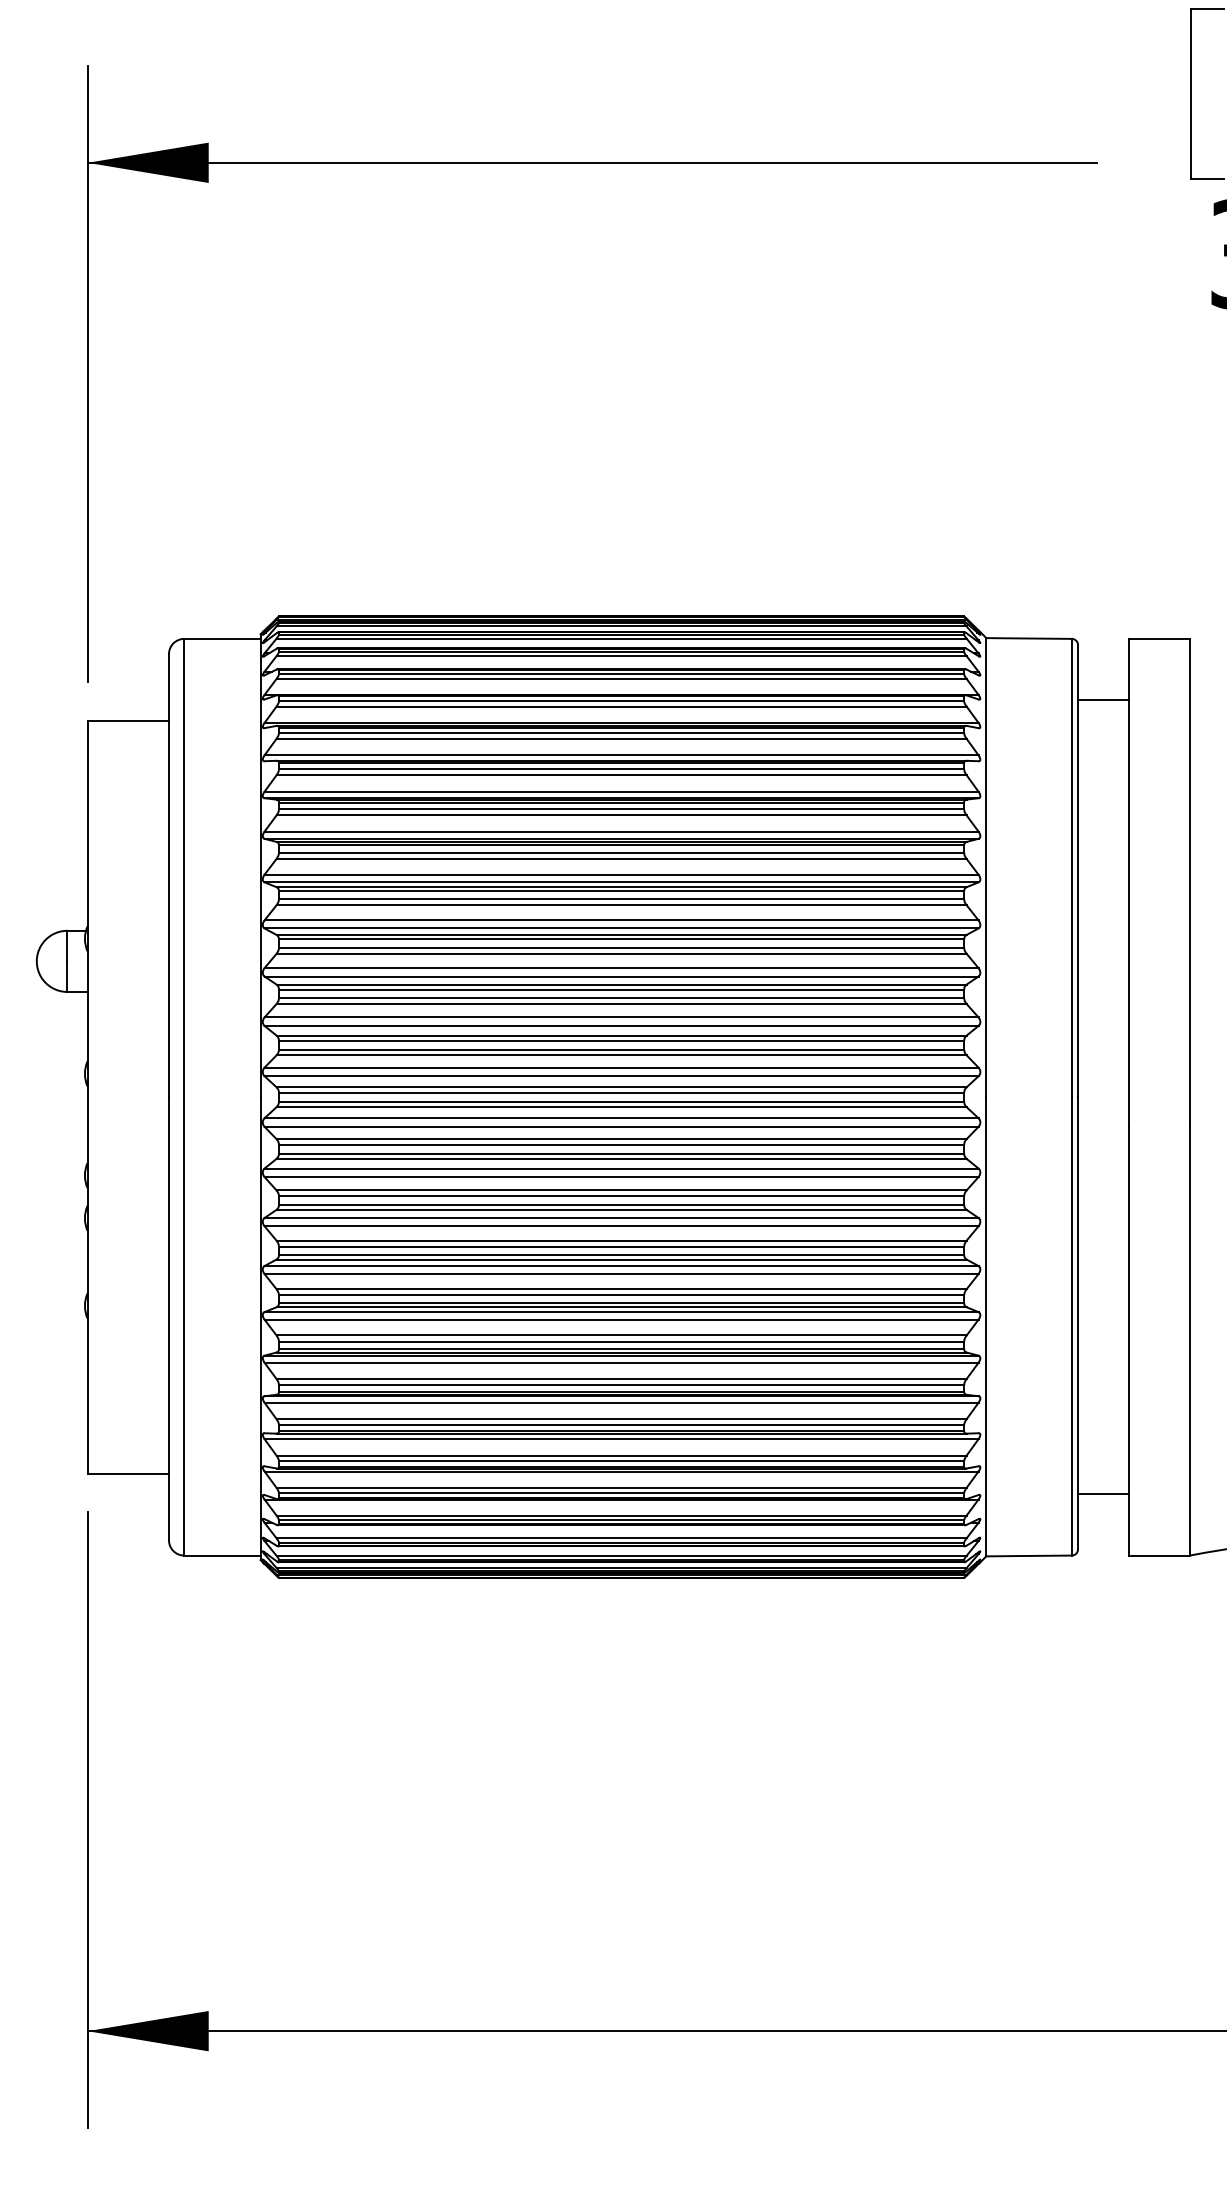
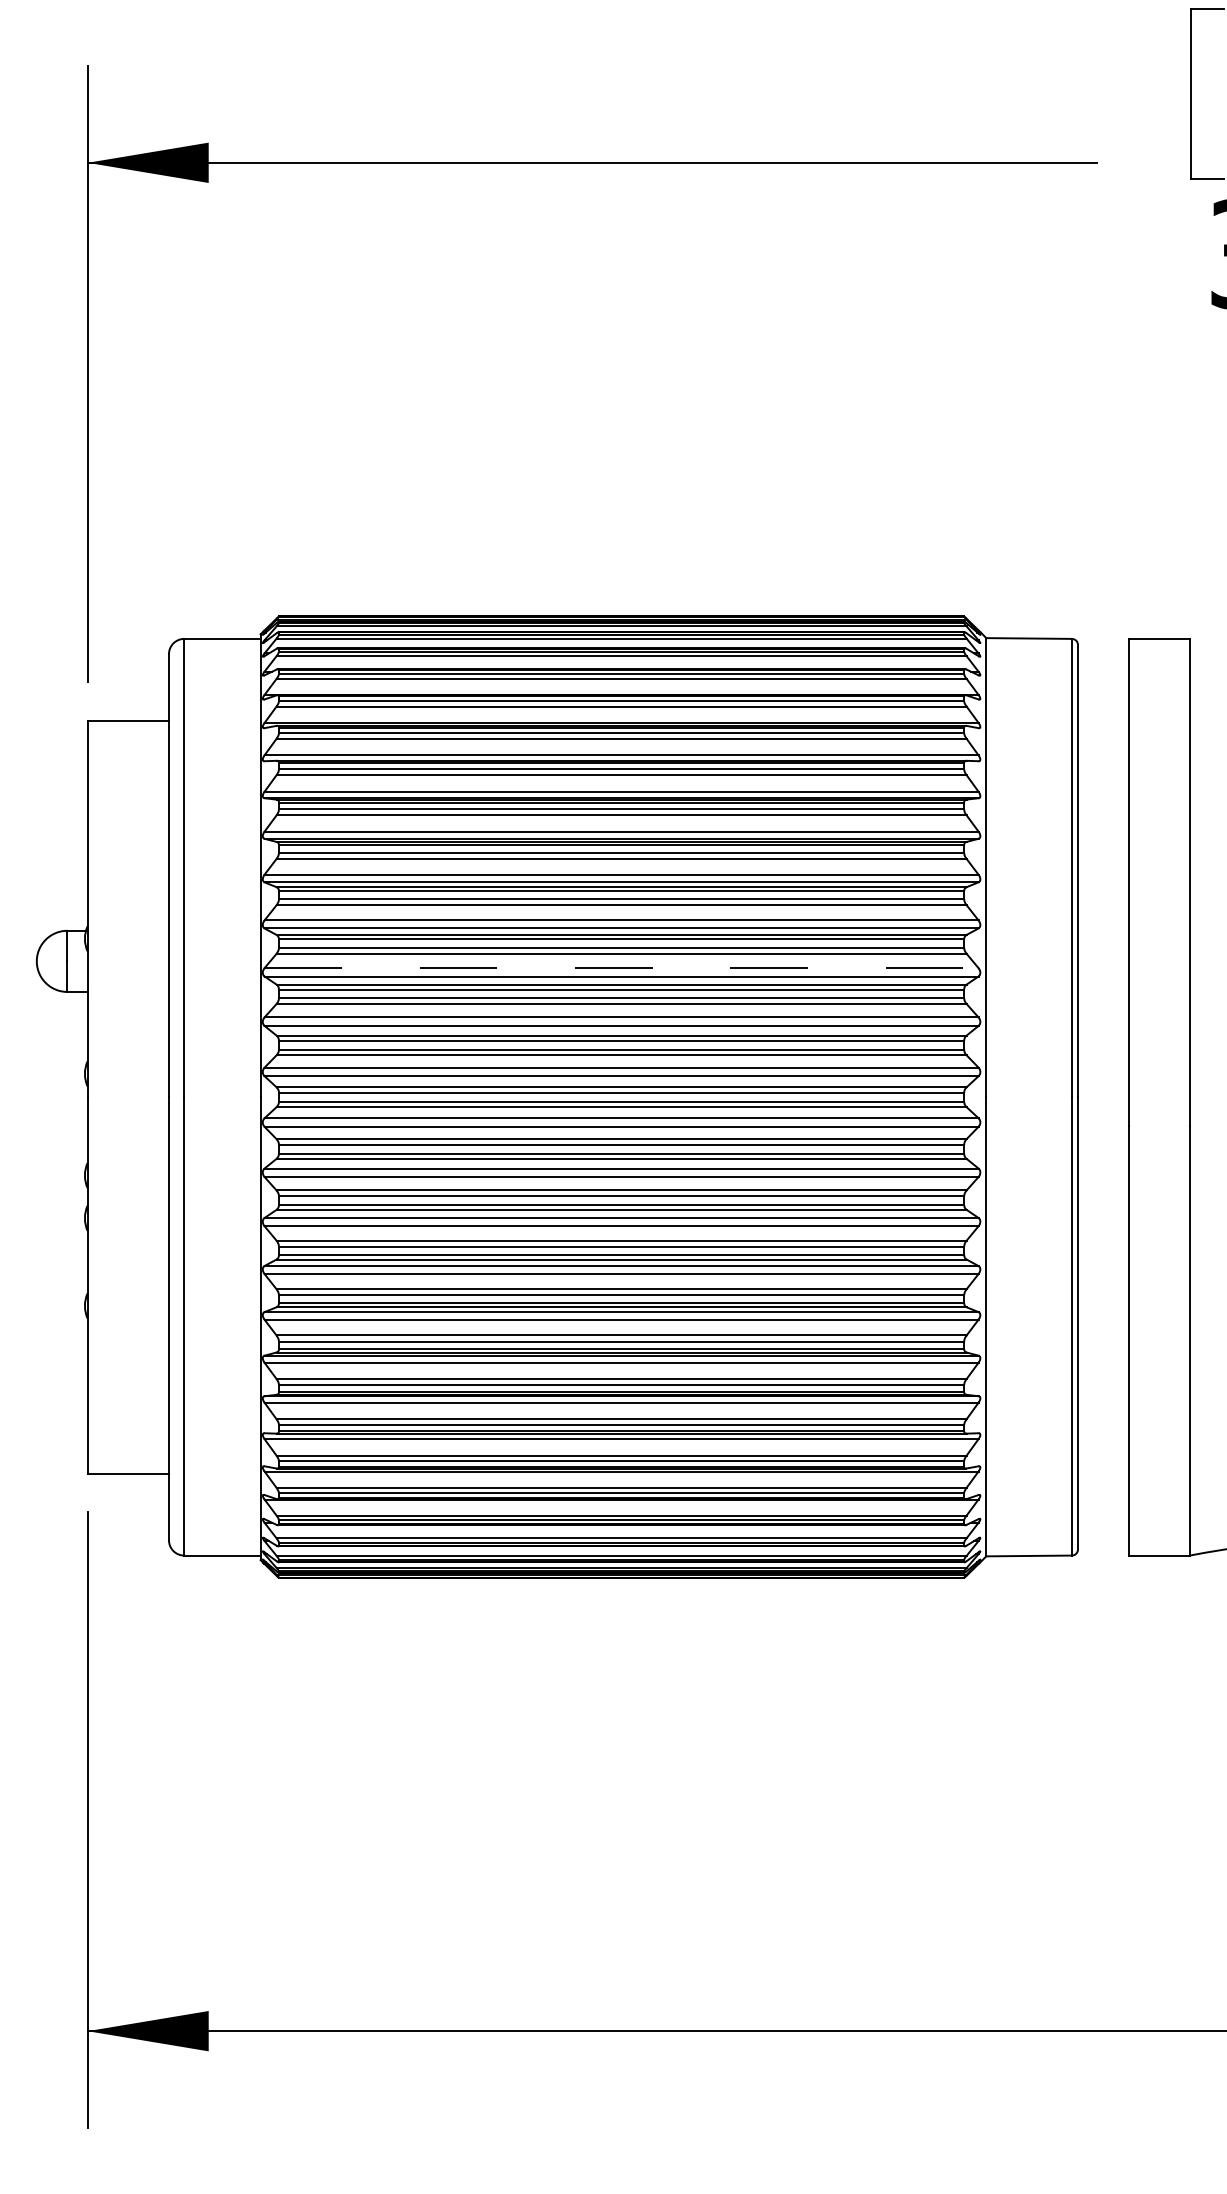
line at (1103, 699): present -> none
line at (621, 968): solid -> dashed
line at (1103, 1494): present -> none
